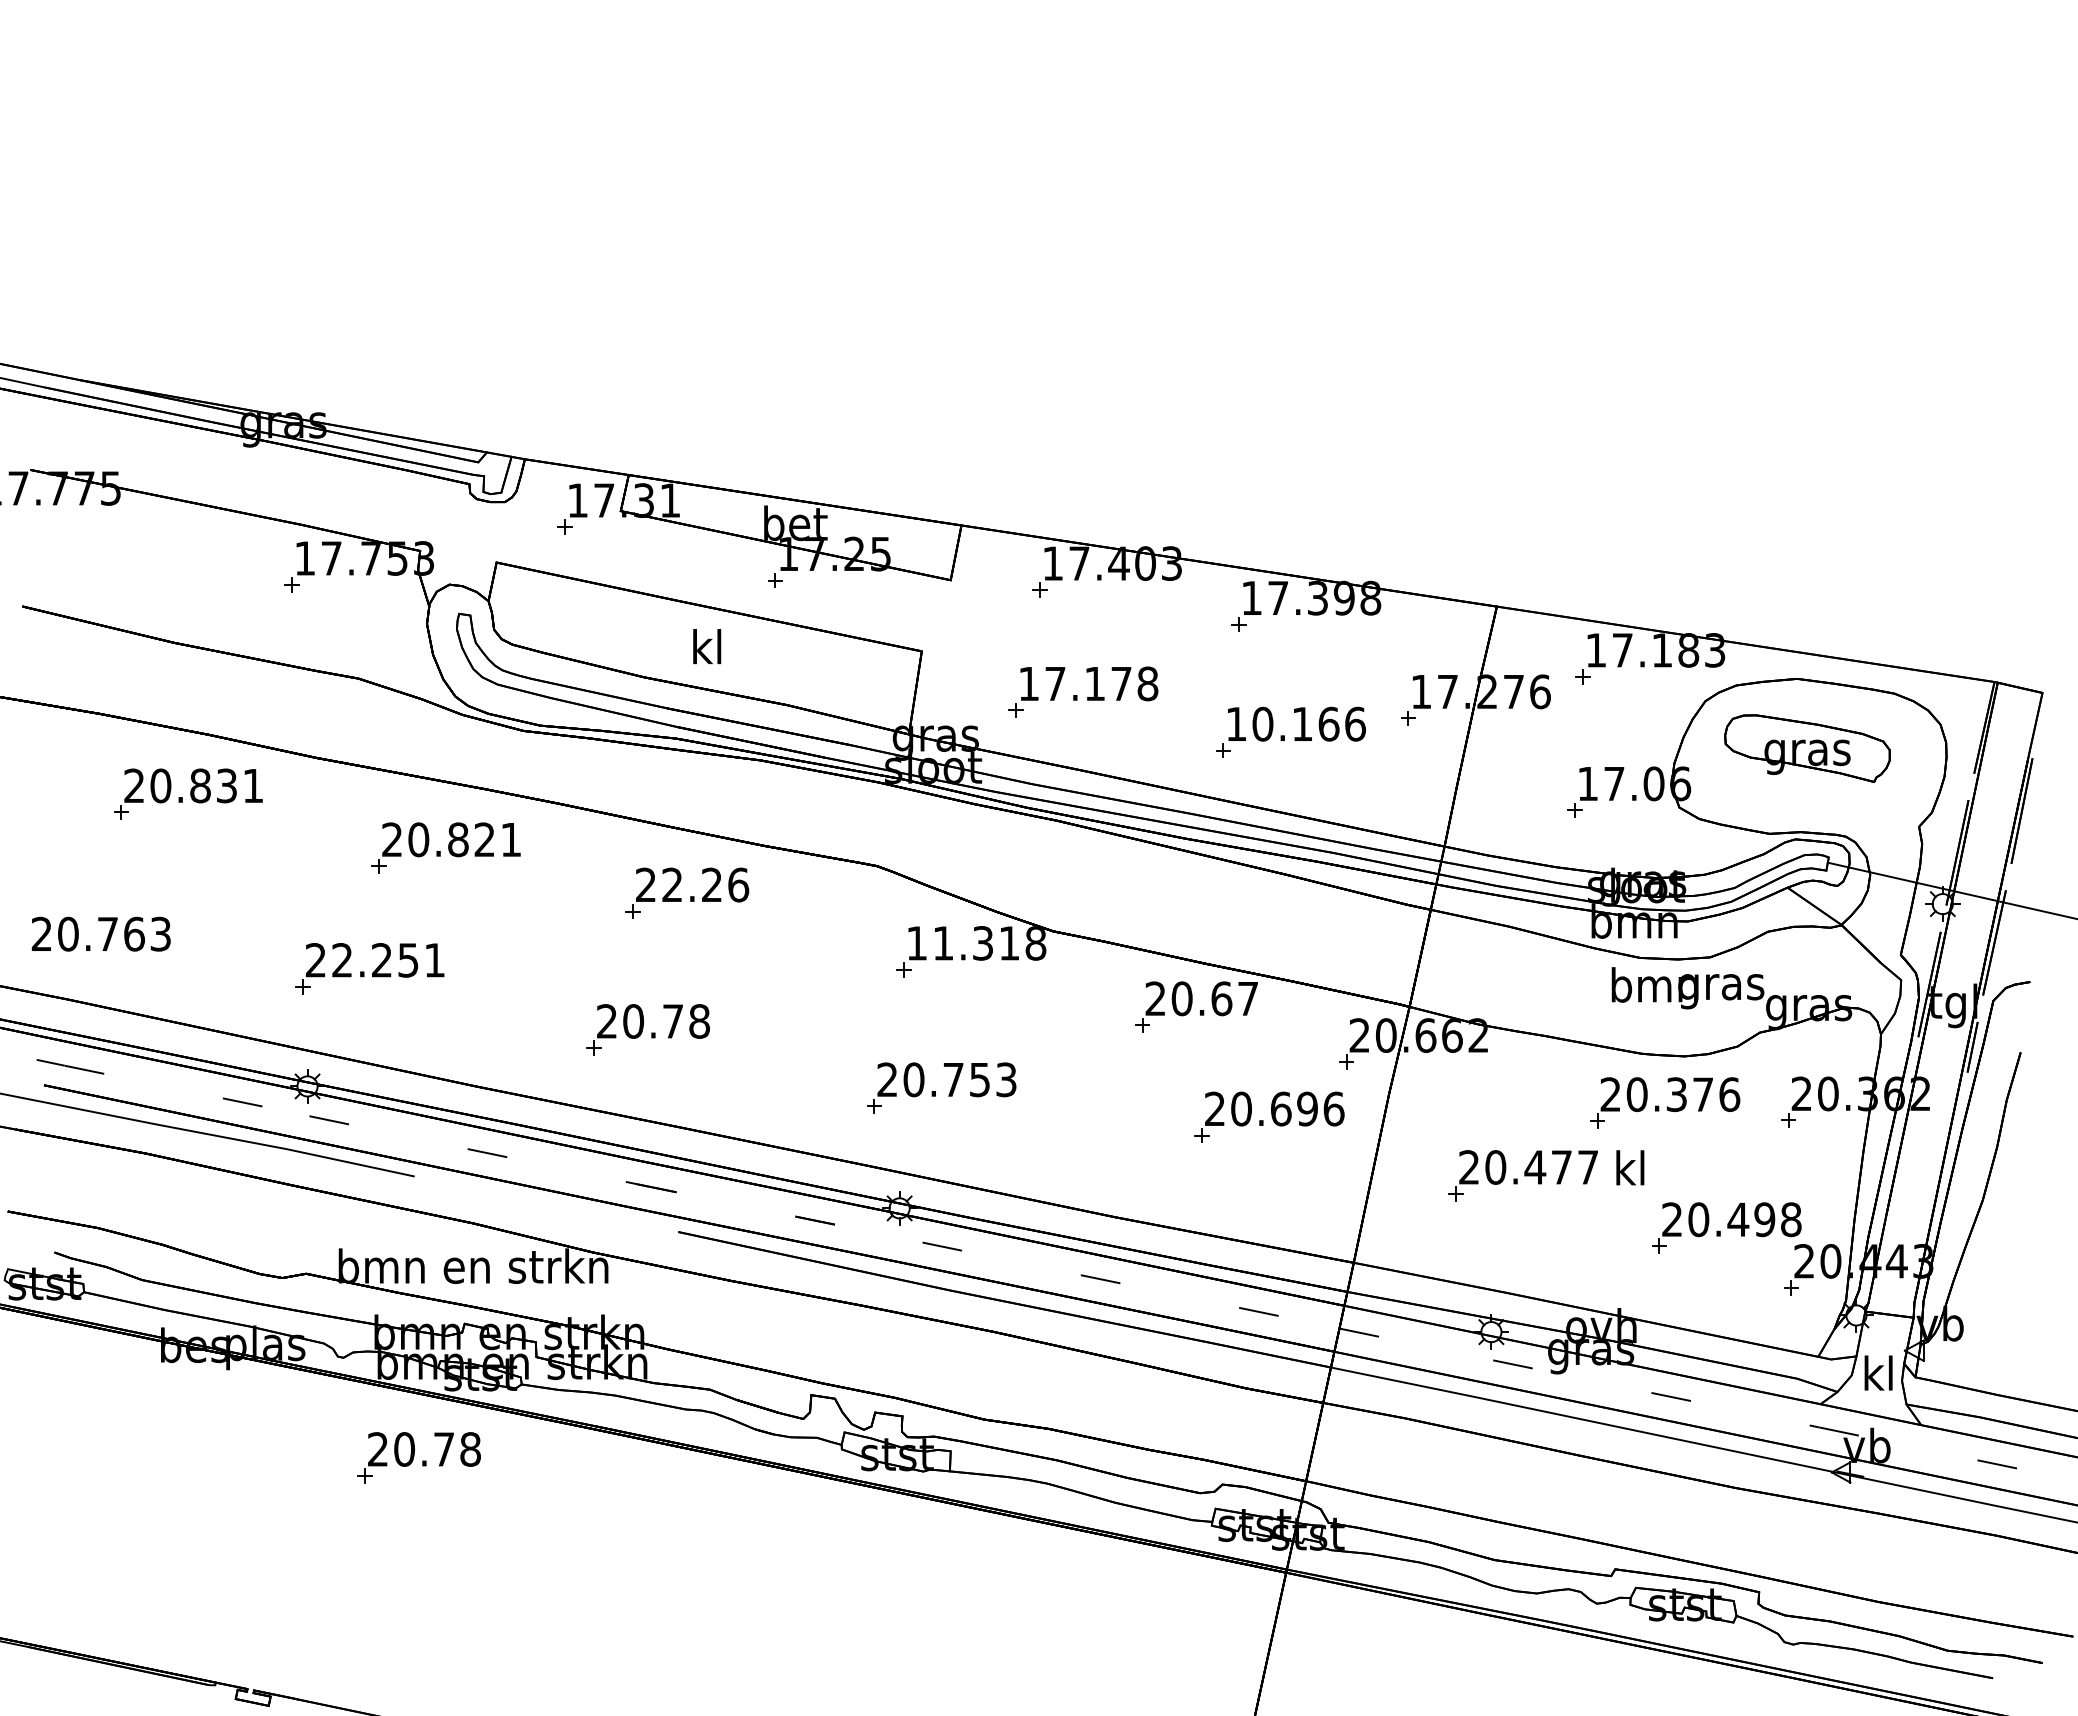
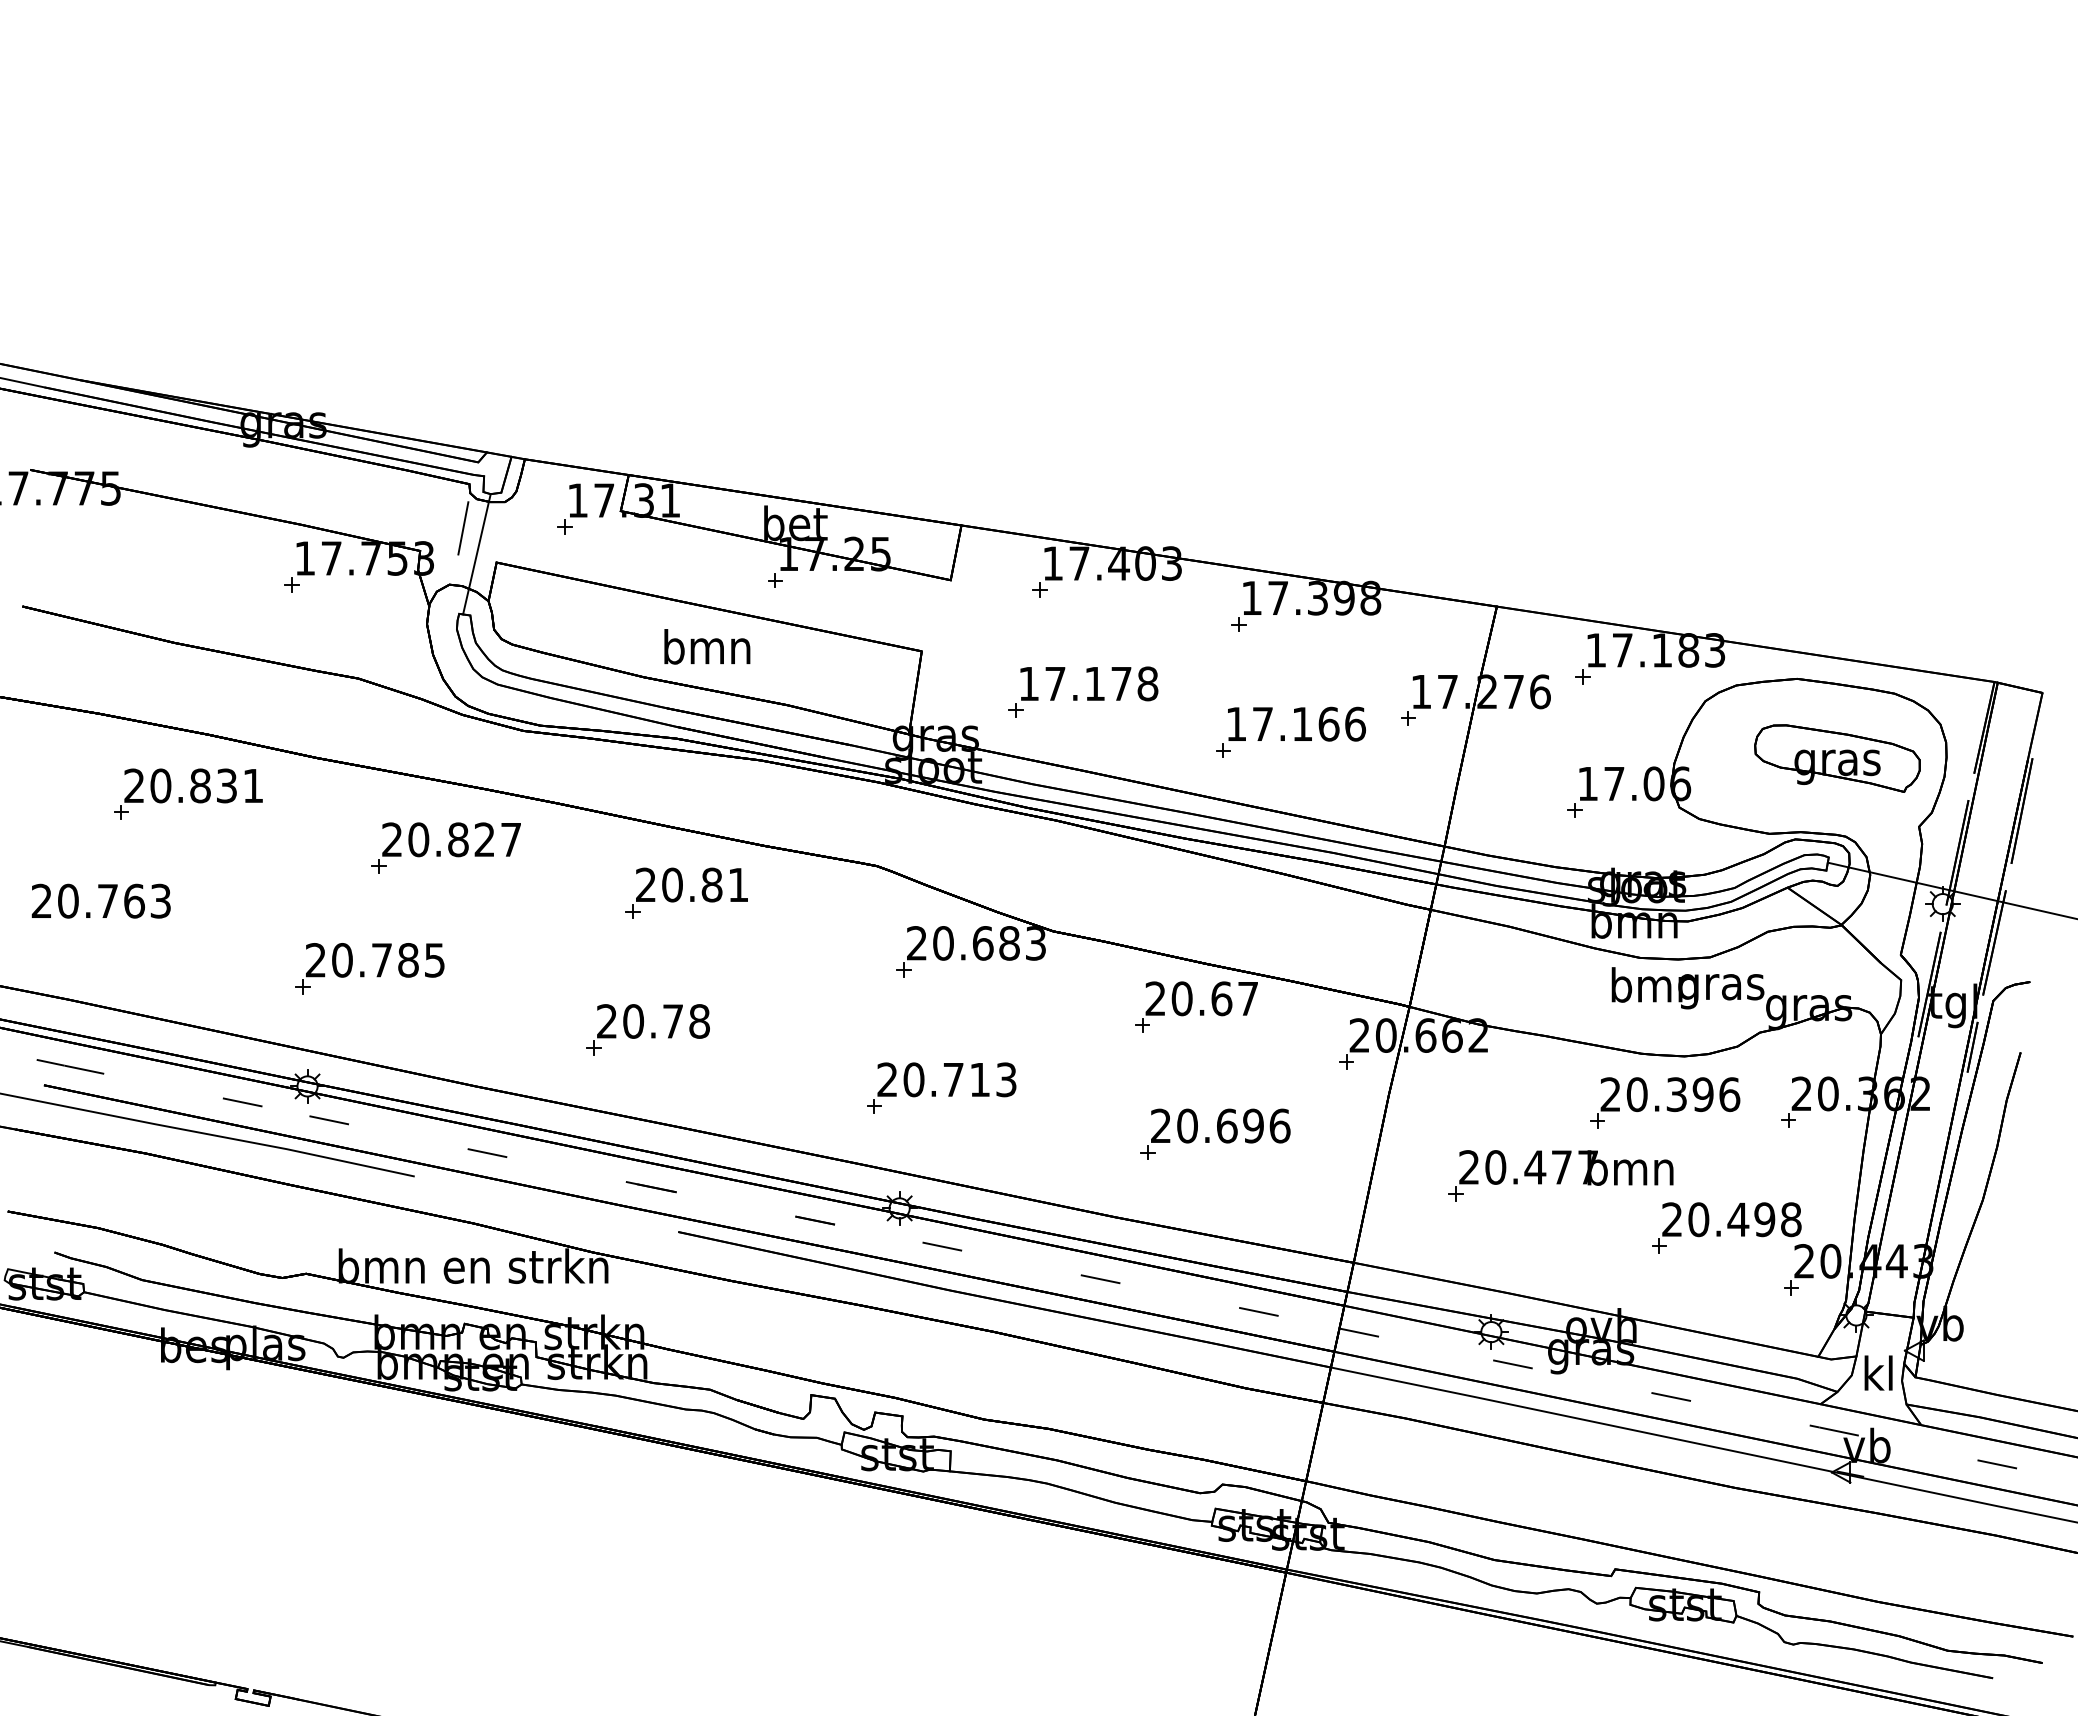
line at (463, 528): none -> present
line at (476, 554): none -> present
text at (707, 646): kl -> bmn
text at (1262, 723): 10.166 -> 17.166
part at (1807, 748) position: (1807, 748) -> (1837, 758)
text at (510, 839): 20.821 -> 20.827
text at (705, 884): 22.26 -> 20.81
text at (100, 933) position: (100, 933) -> (100, 900)
text at (976, 943): 11.318 -> 20.683
text at (388, 960): 22.251 -> 20.785
text at (979, 1080): 20.753 -> 20.713
text at (1702, 1094): 20.376 -> 20.396
part at (1269, 1116) position: (1269, 1116) -> (1215, 1133)
text at (1630, 1167): kl -> bmn
part at (418, 1457): present -> none
